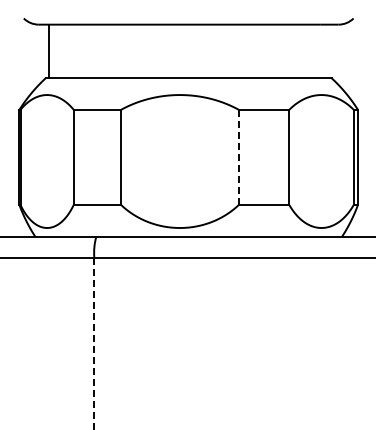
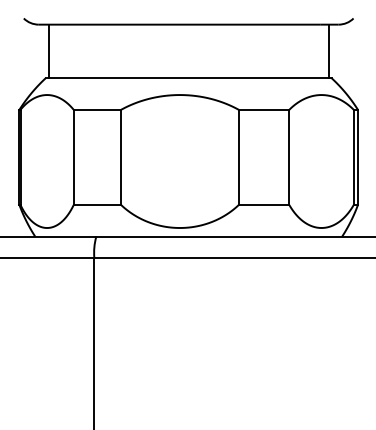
line at (328, 51): none -> present
line at (238, 157): dashed -> solid
line at (94, 343): dashed -> solid
